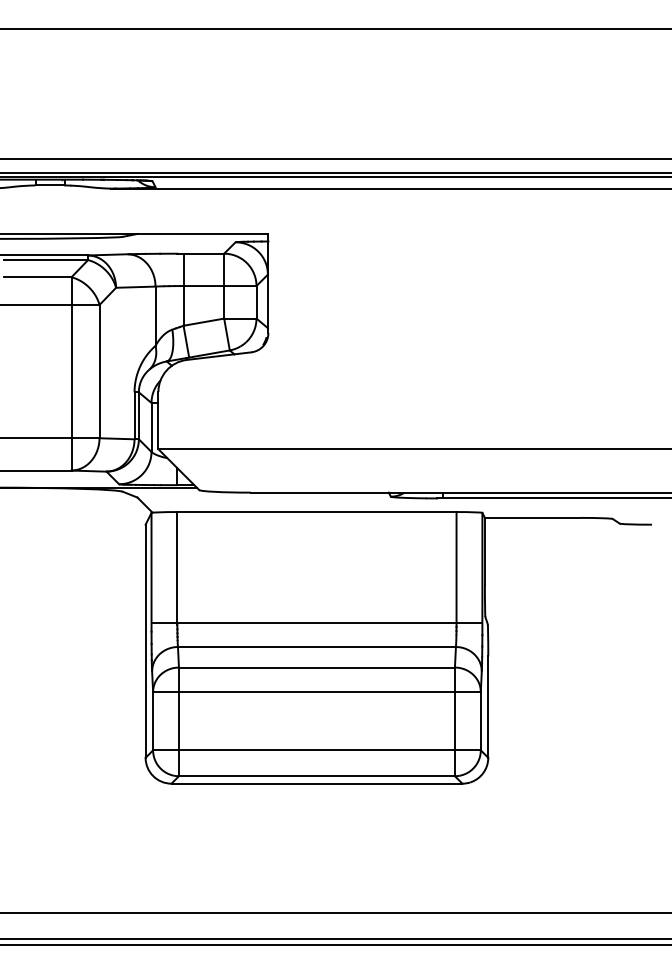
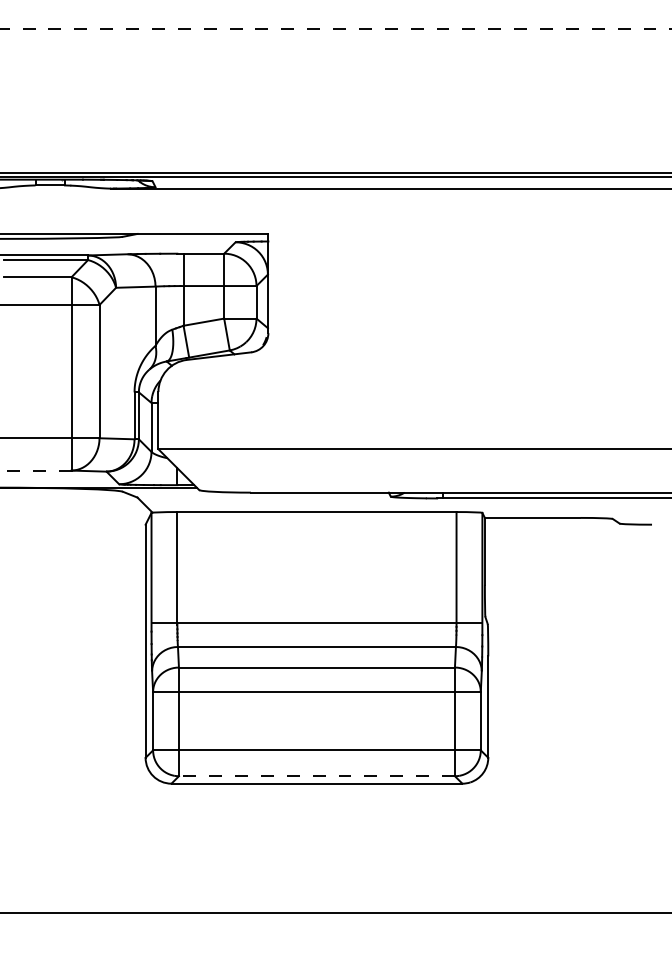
line at (336, 29): solid -> dashed
line at (335, 158): present -> none
line at (35, 470): solid -> dashed
line at (316, 776): solid -> dashed
line at (335, 939): present -> none
line at (335, 944): present -> none
